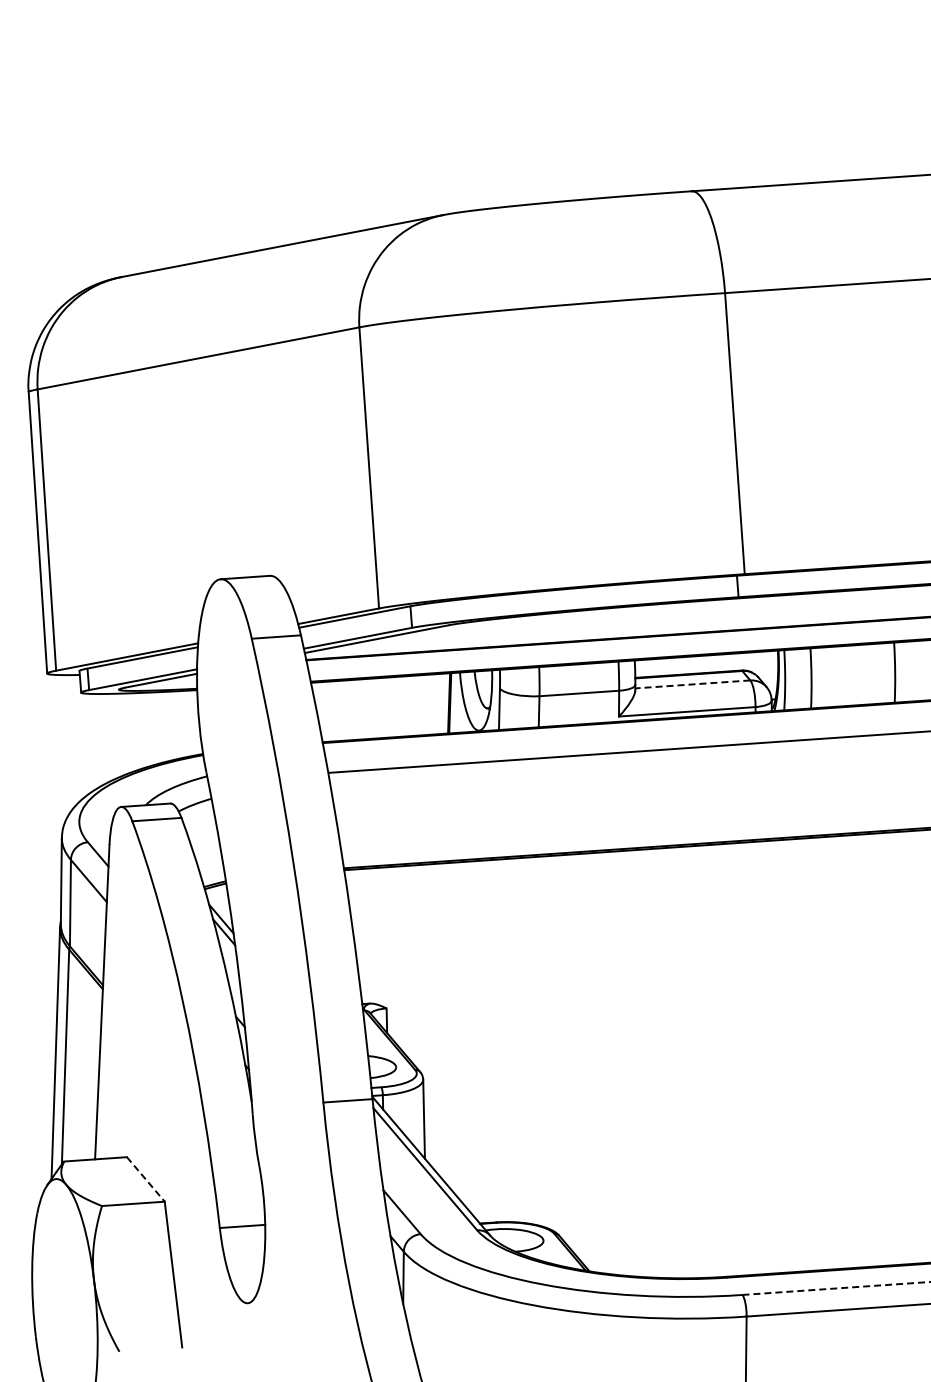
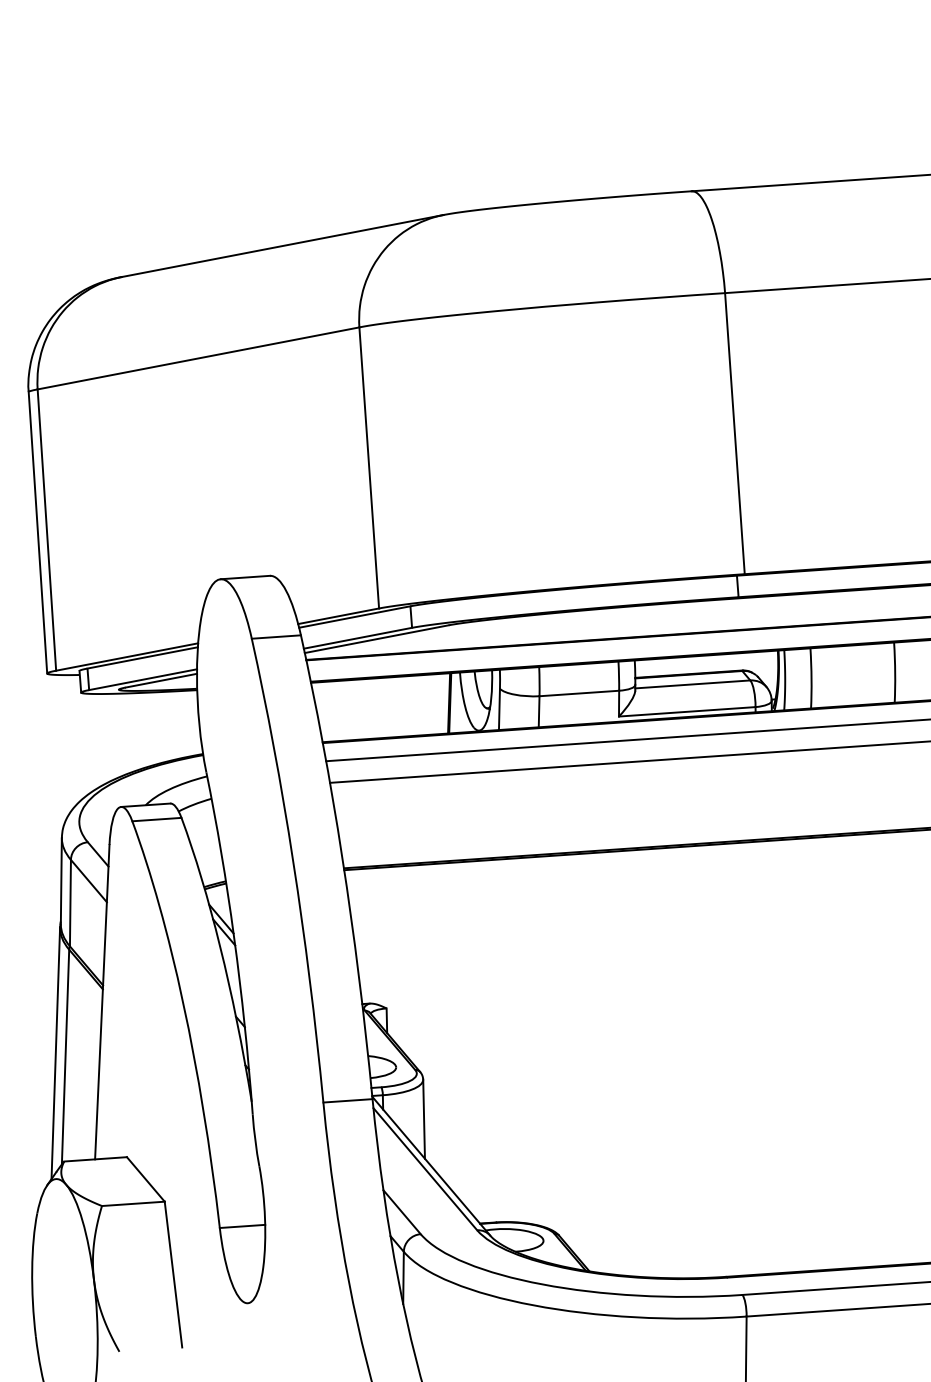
line at (692, 684): dashed -> solid
line at (626, 740): none -> present
line at (628, 751) position: (628, 751) -> (628, 761)
line at (146, 1179): dashed -> solid
line at (837, 1288): dashed -> solid
